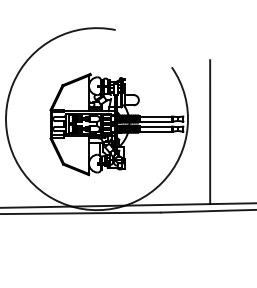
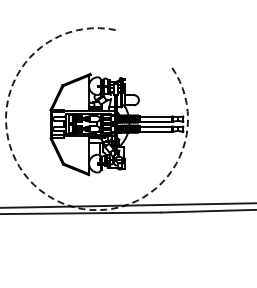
line at (210, 132): present -> none
arc at (46, 194): solid -> dashed
